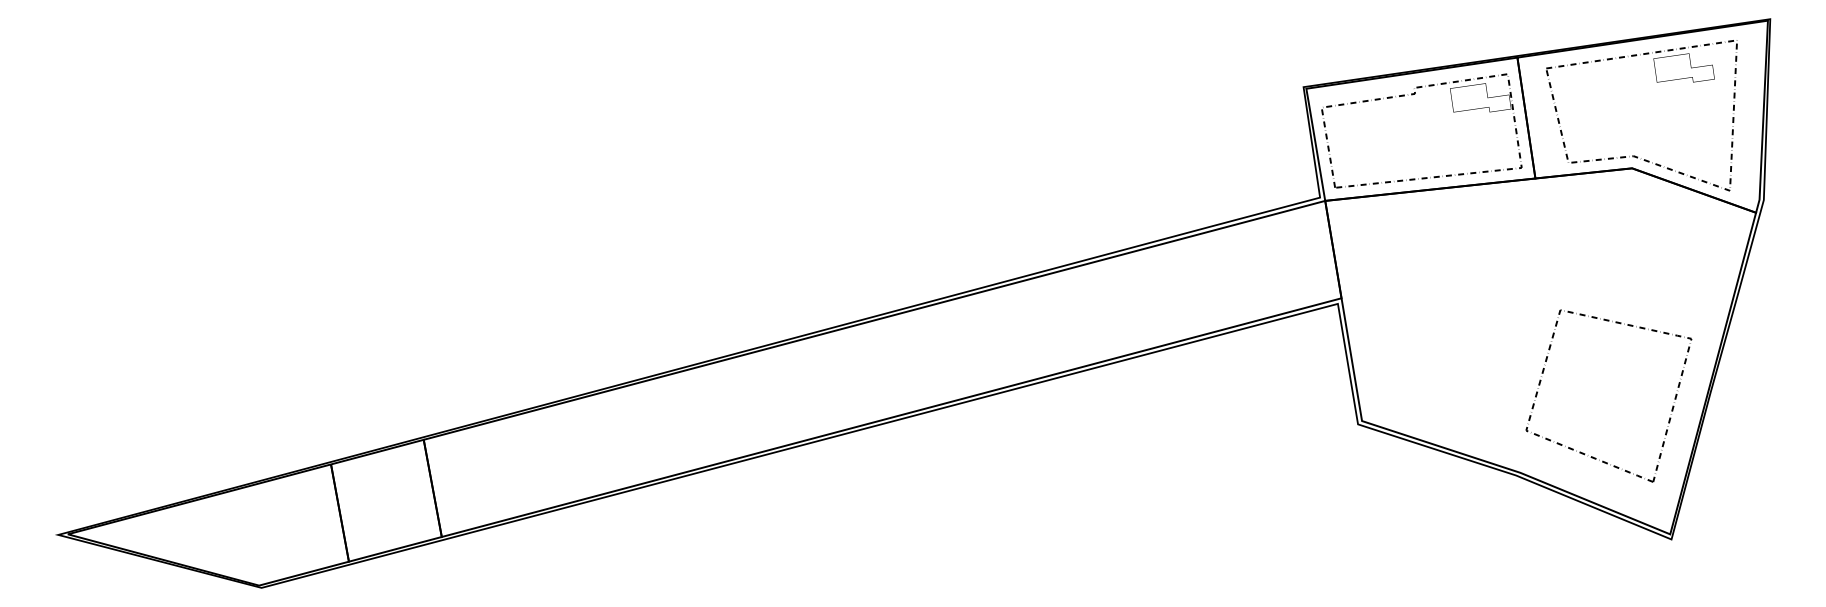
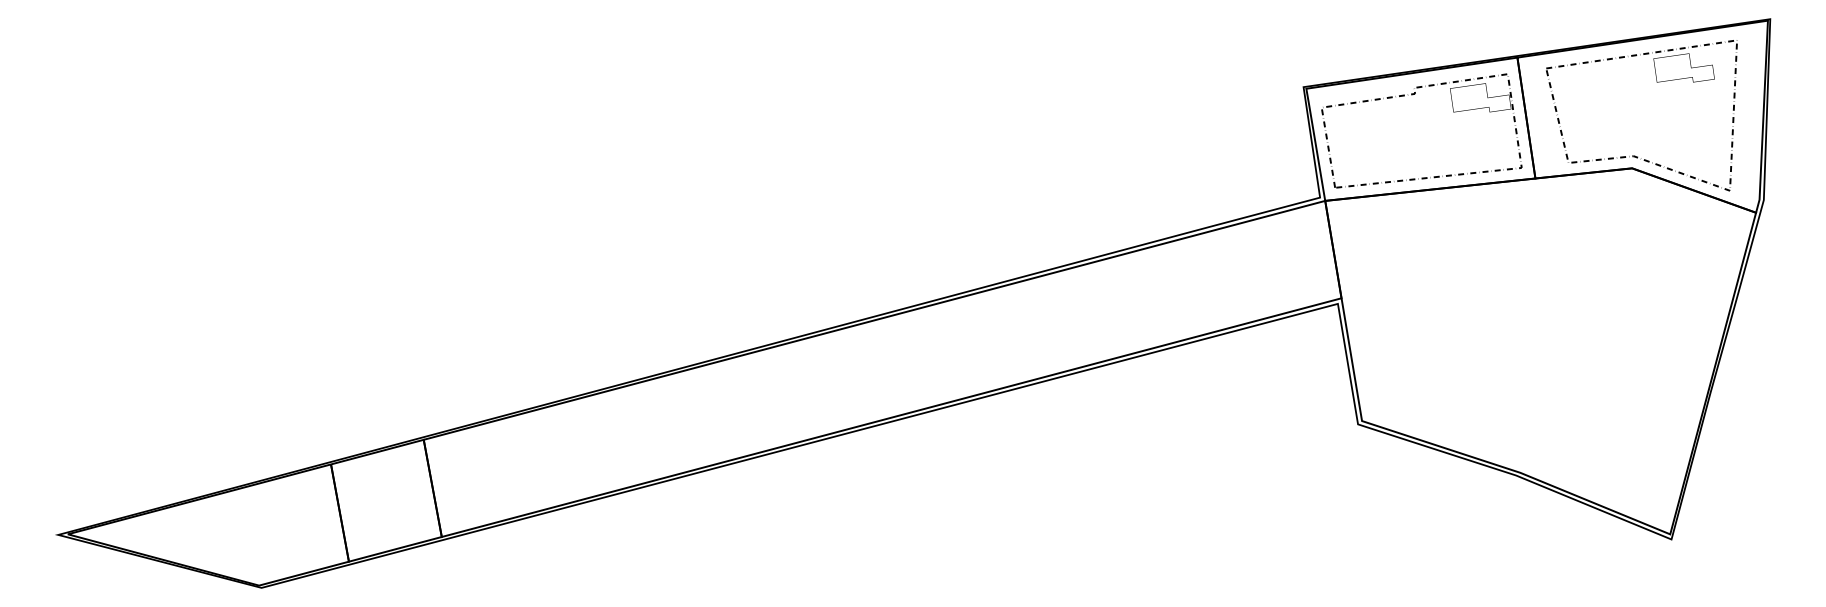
part at (1583, 452): present -> none
